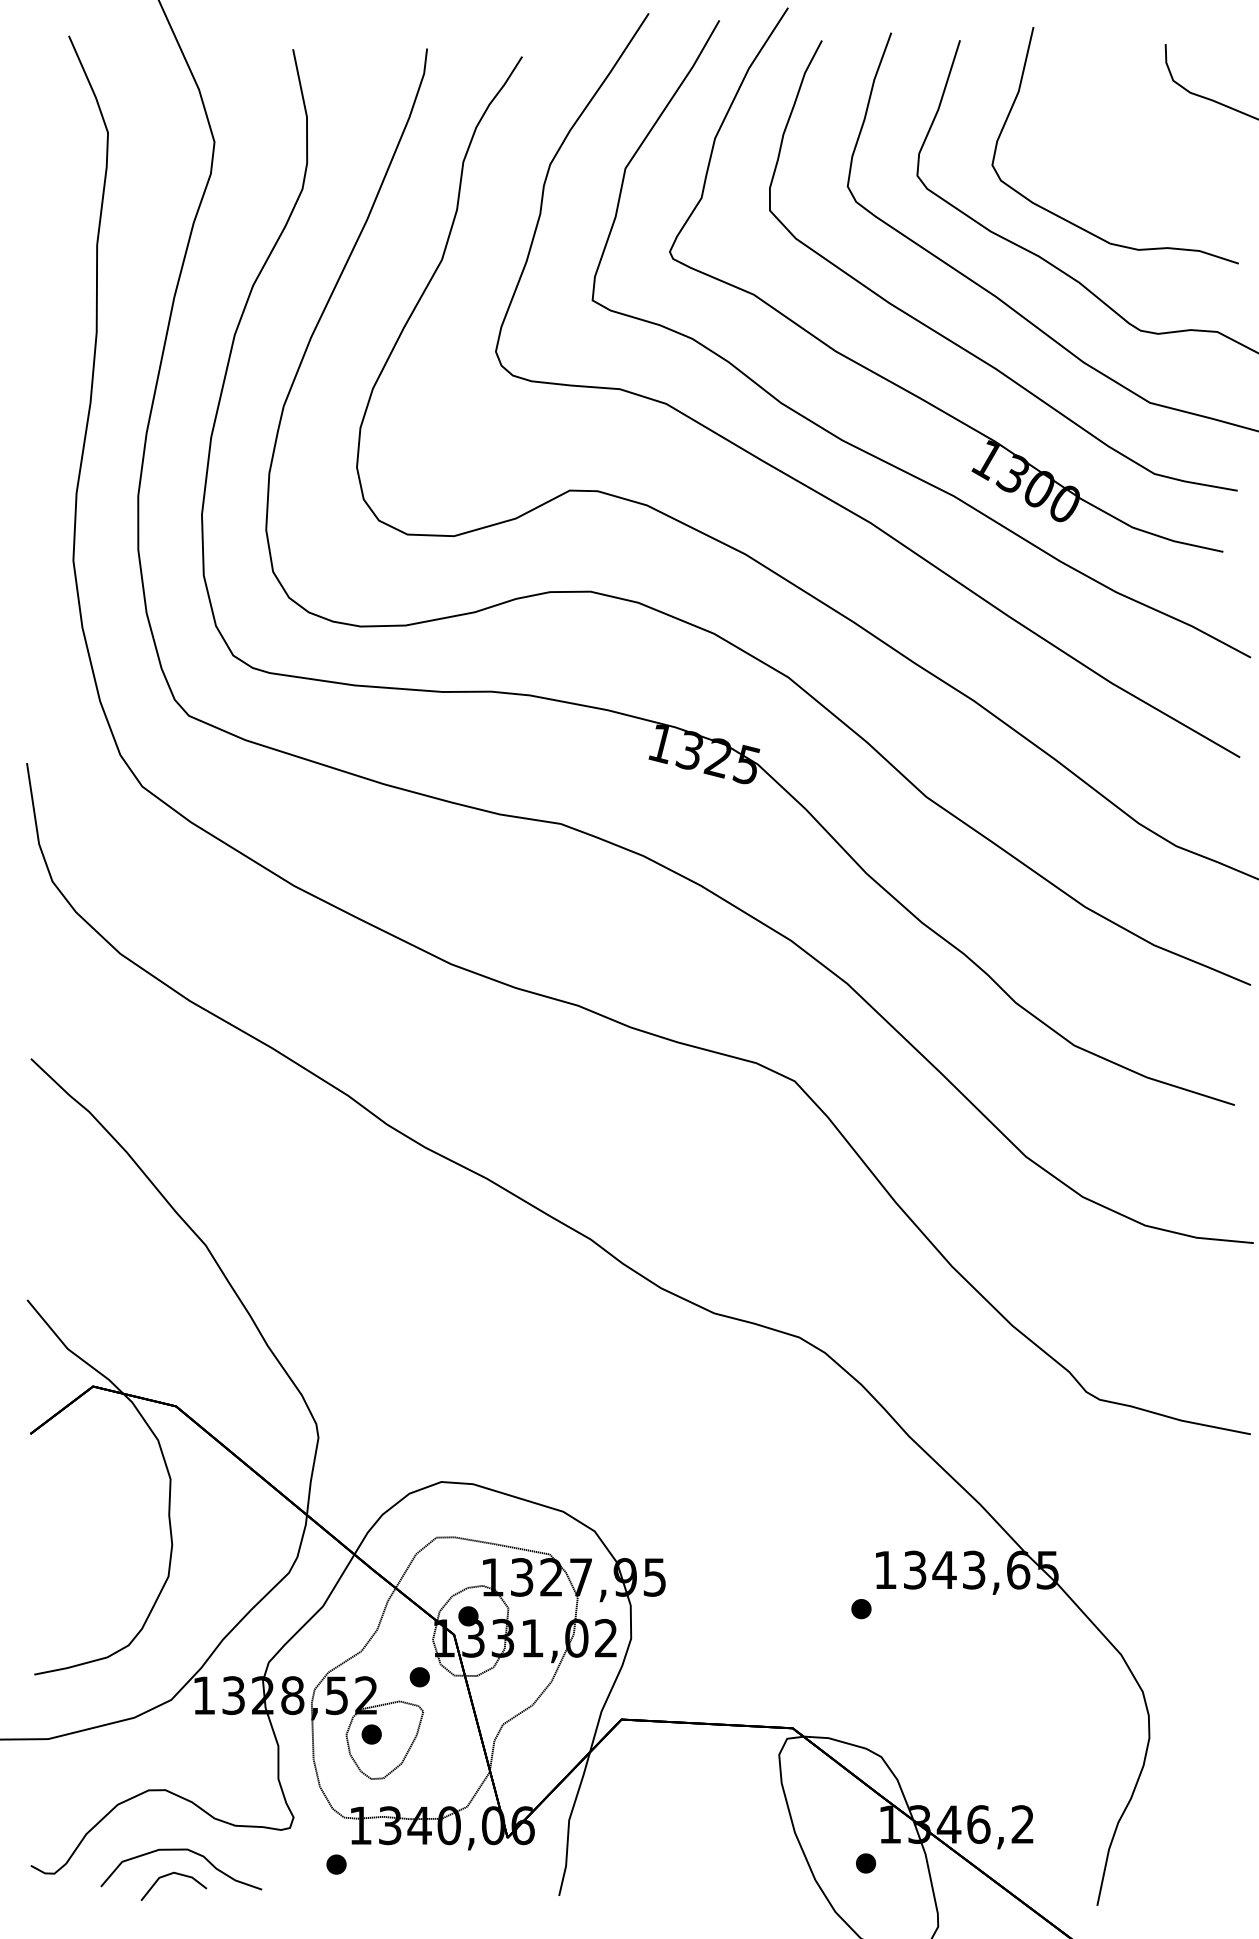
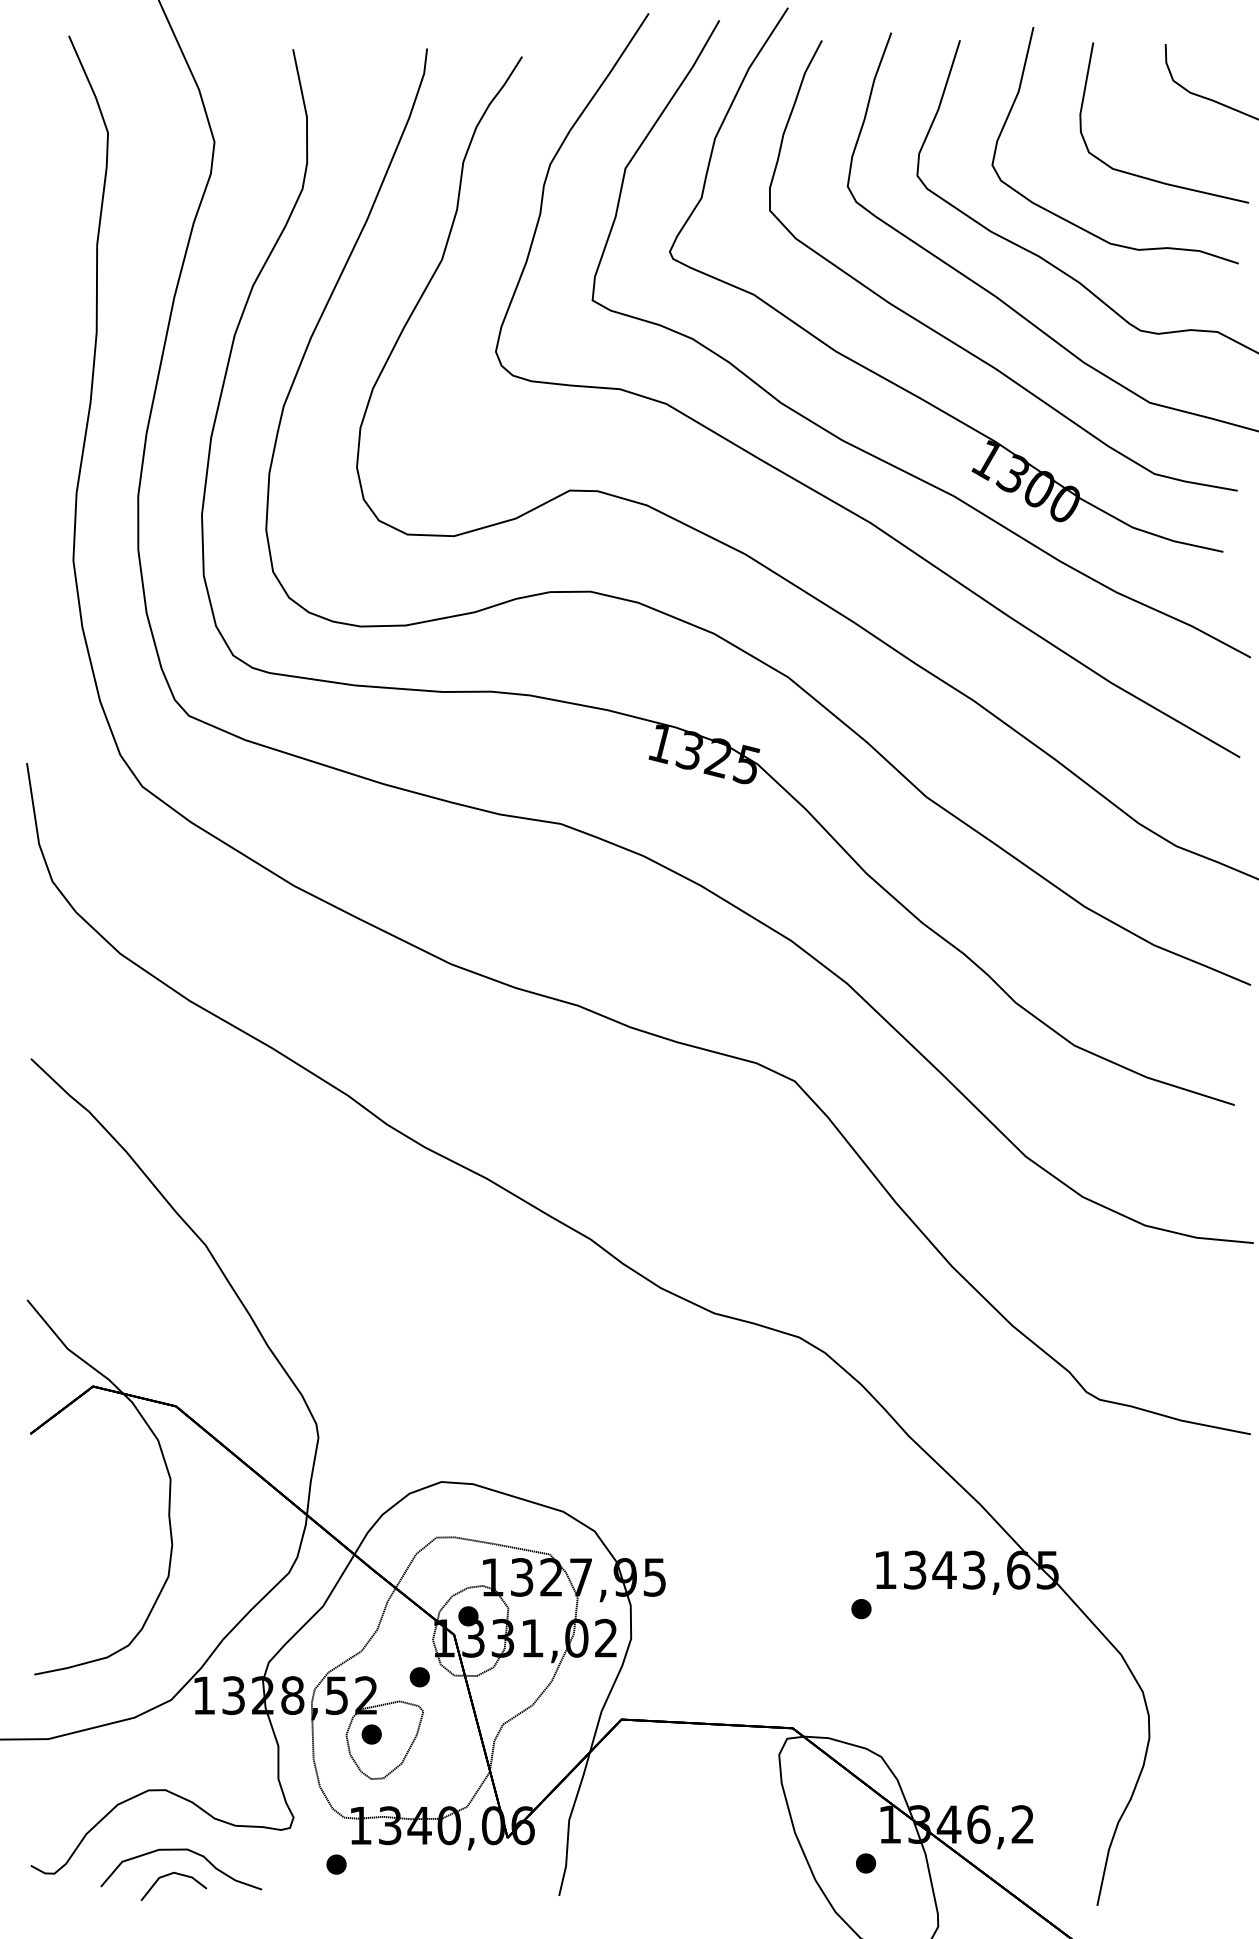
part at (1144, 176): none -> present
